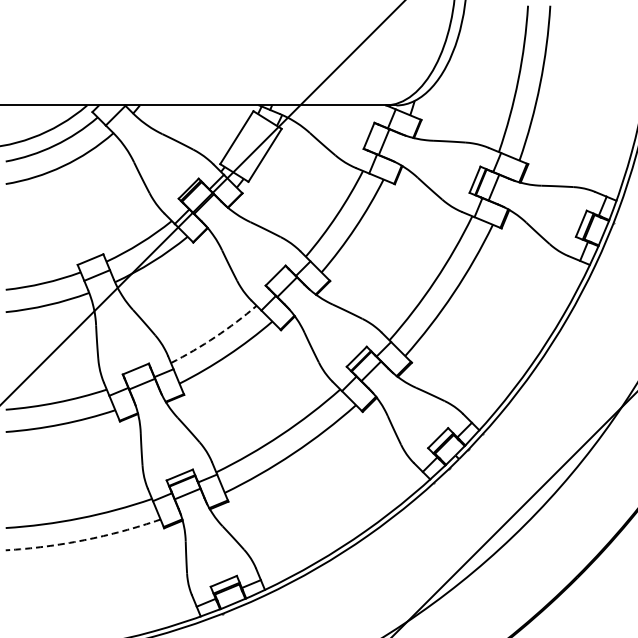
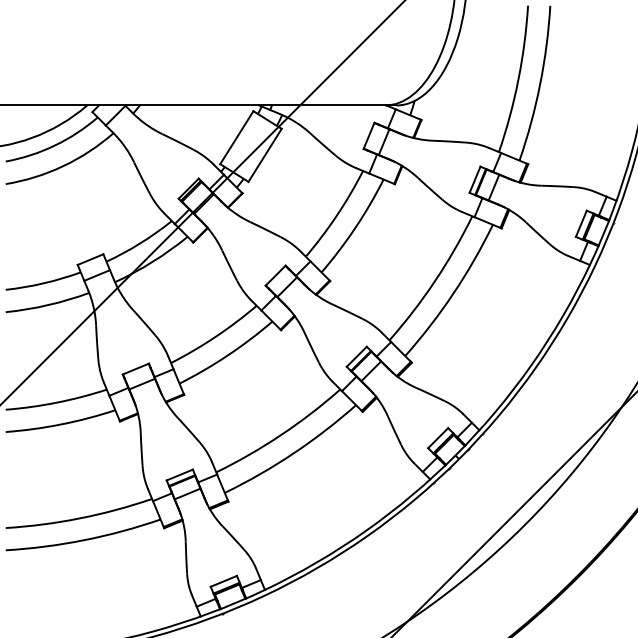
arc at (215, 336): dashed -> solid
arc at (84, 540): dashed -> solid
